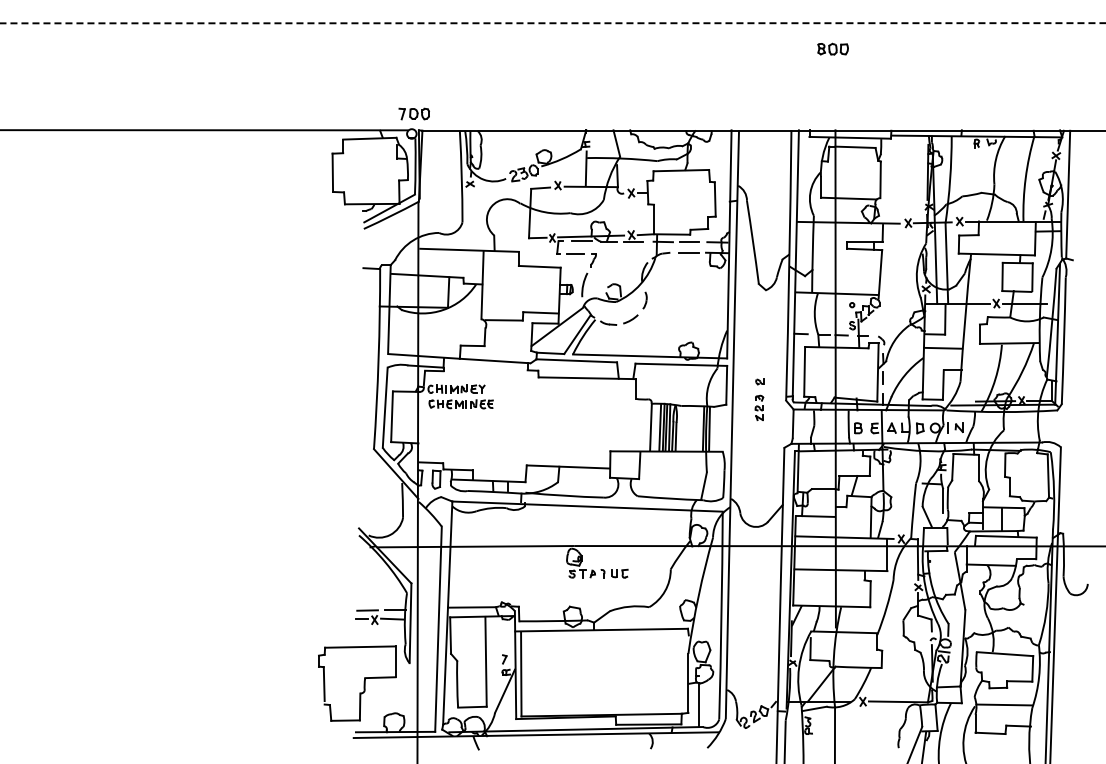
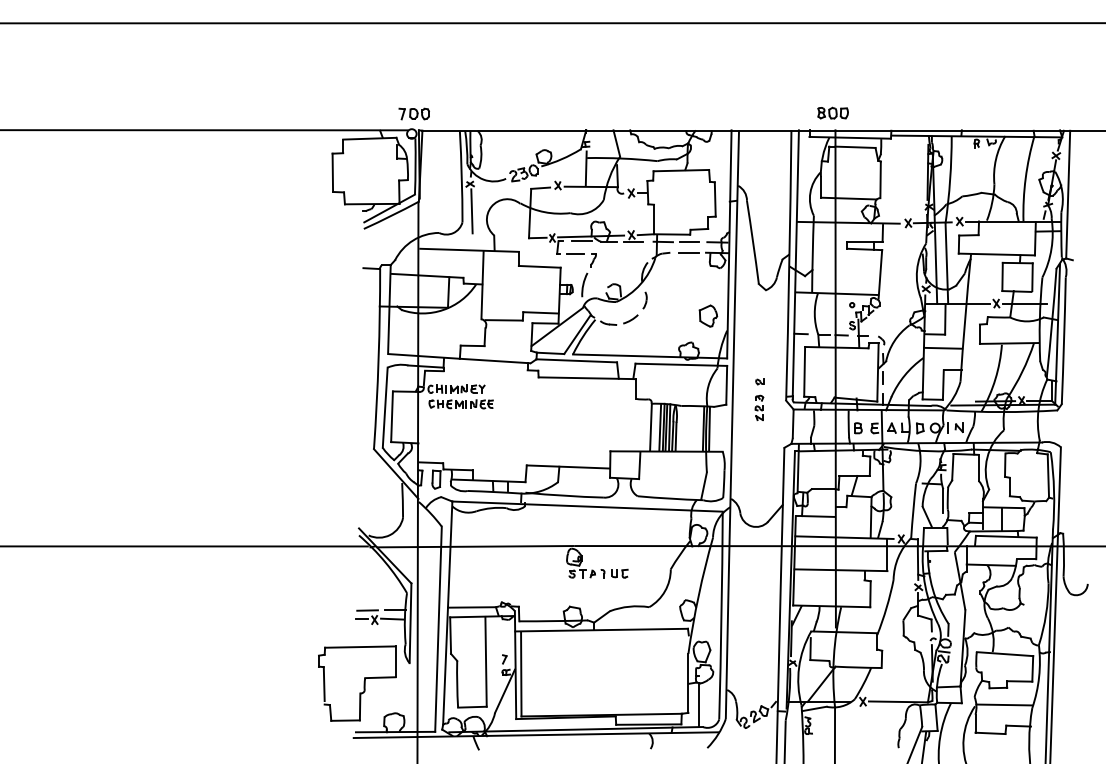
line at (553, 23): dashed -> solid
part at (832, 48) position: (832, 48) -> (832, 112)
line at (471, 211): none -> present
part at (708, 315): none -> present
line at (184, 546): none -> present
